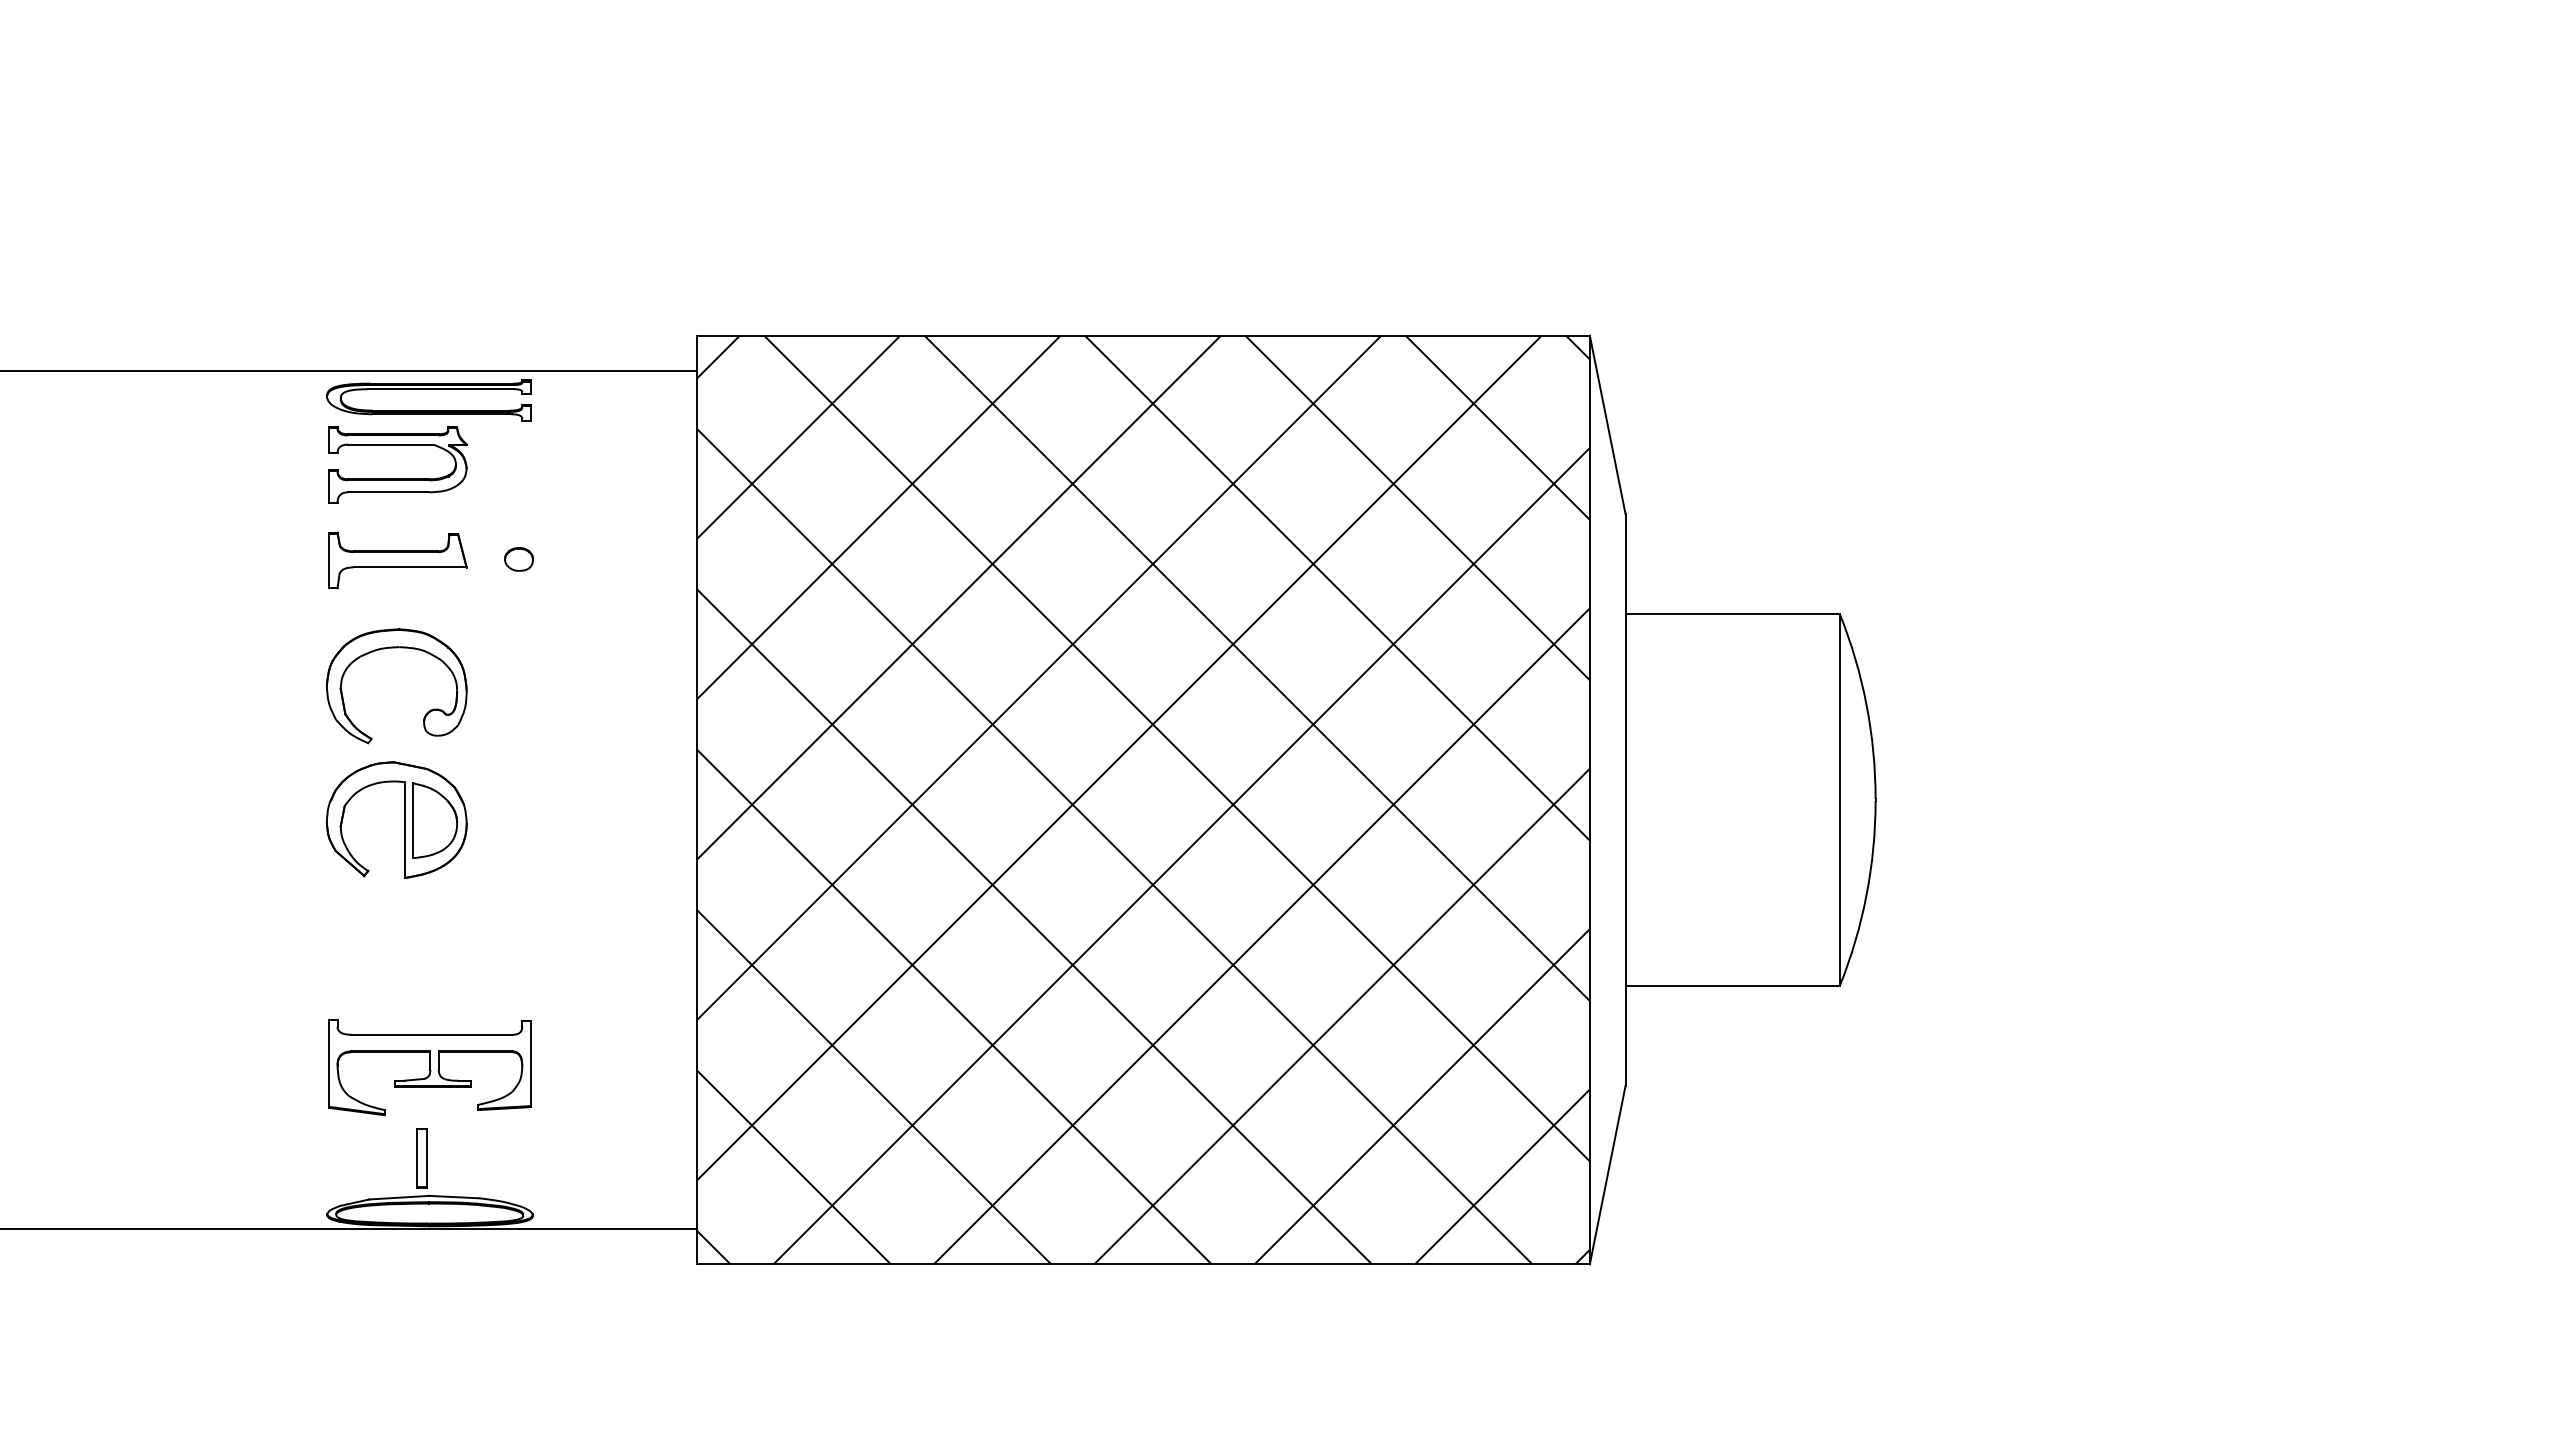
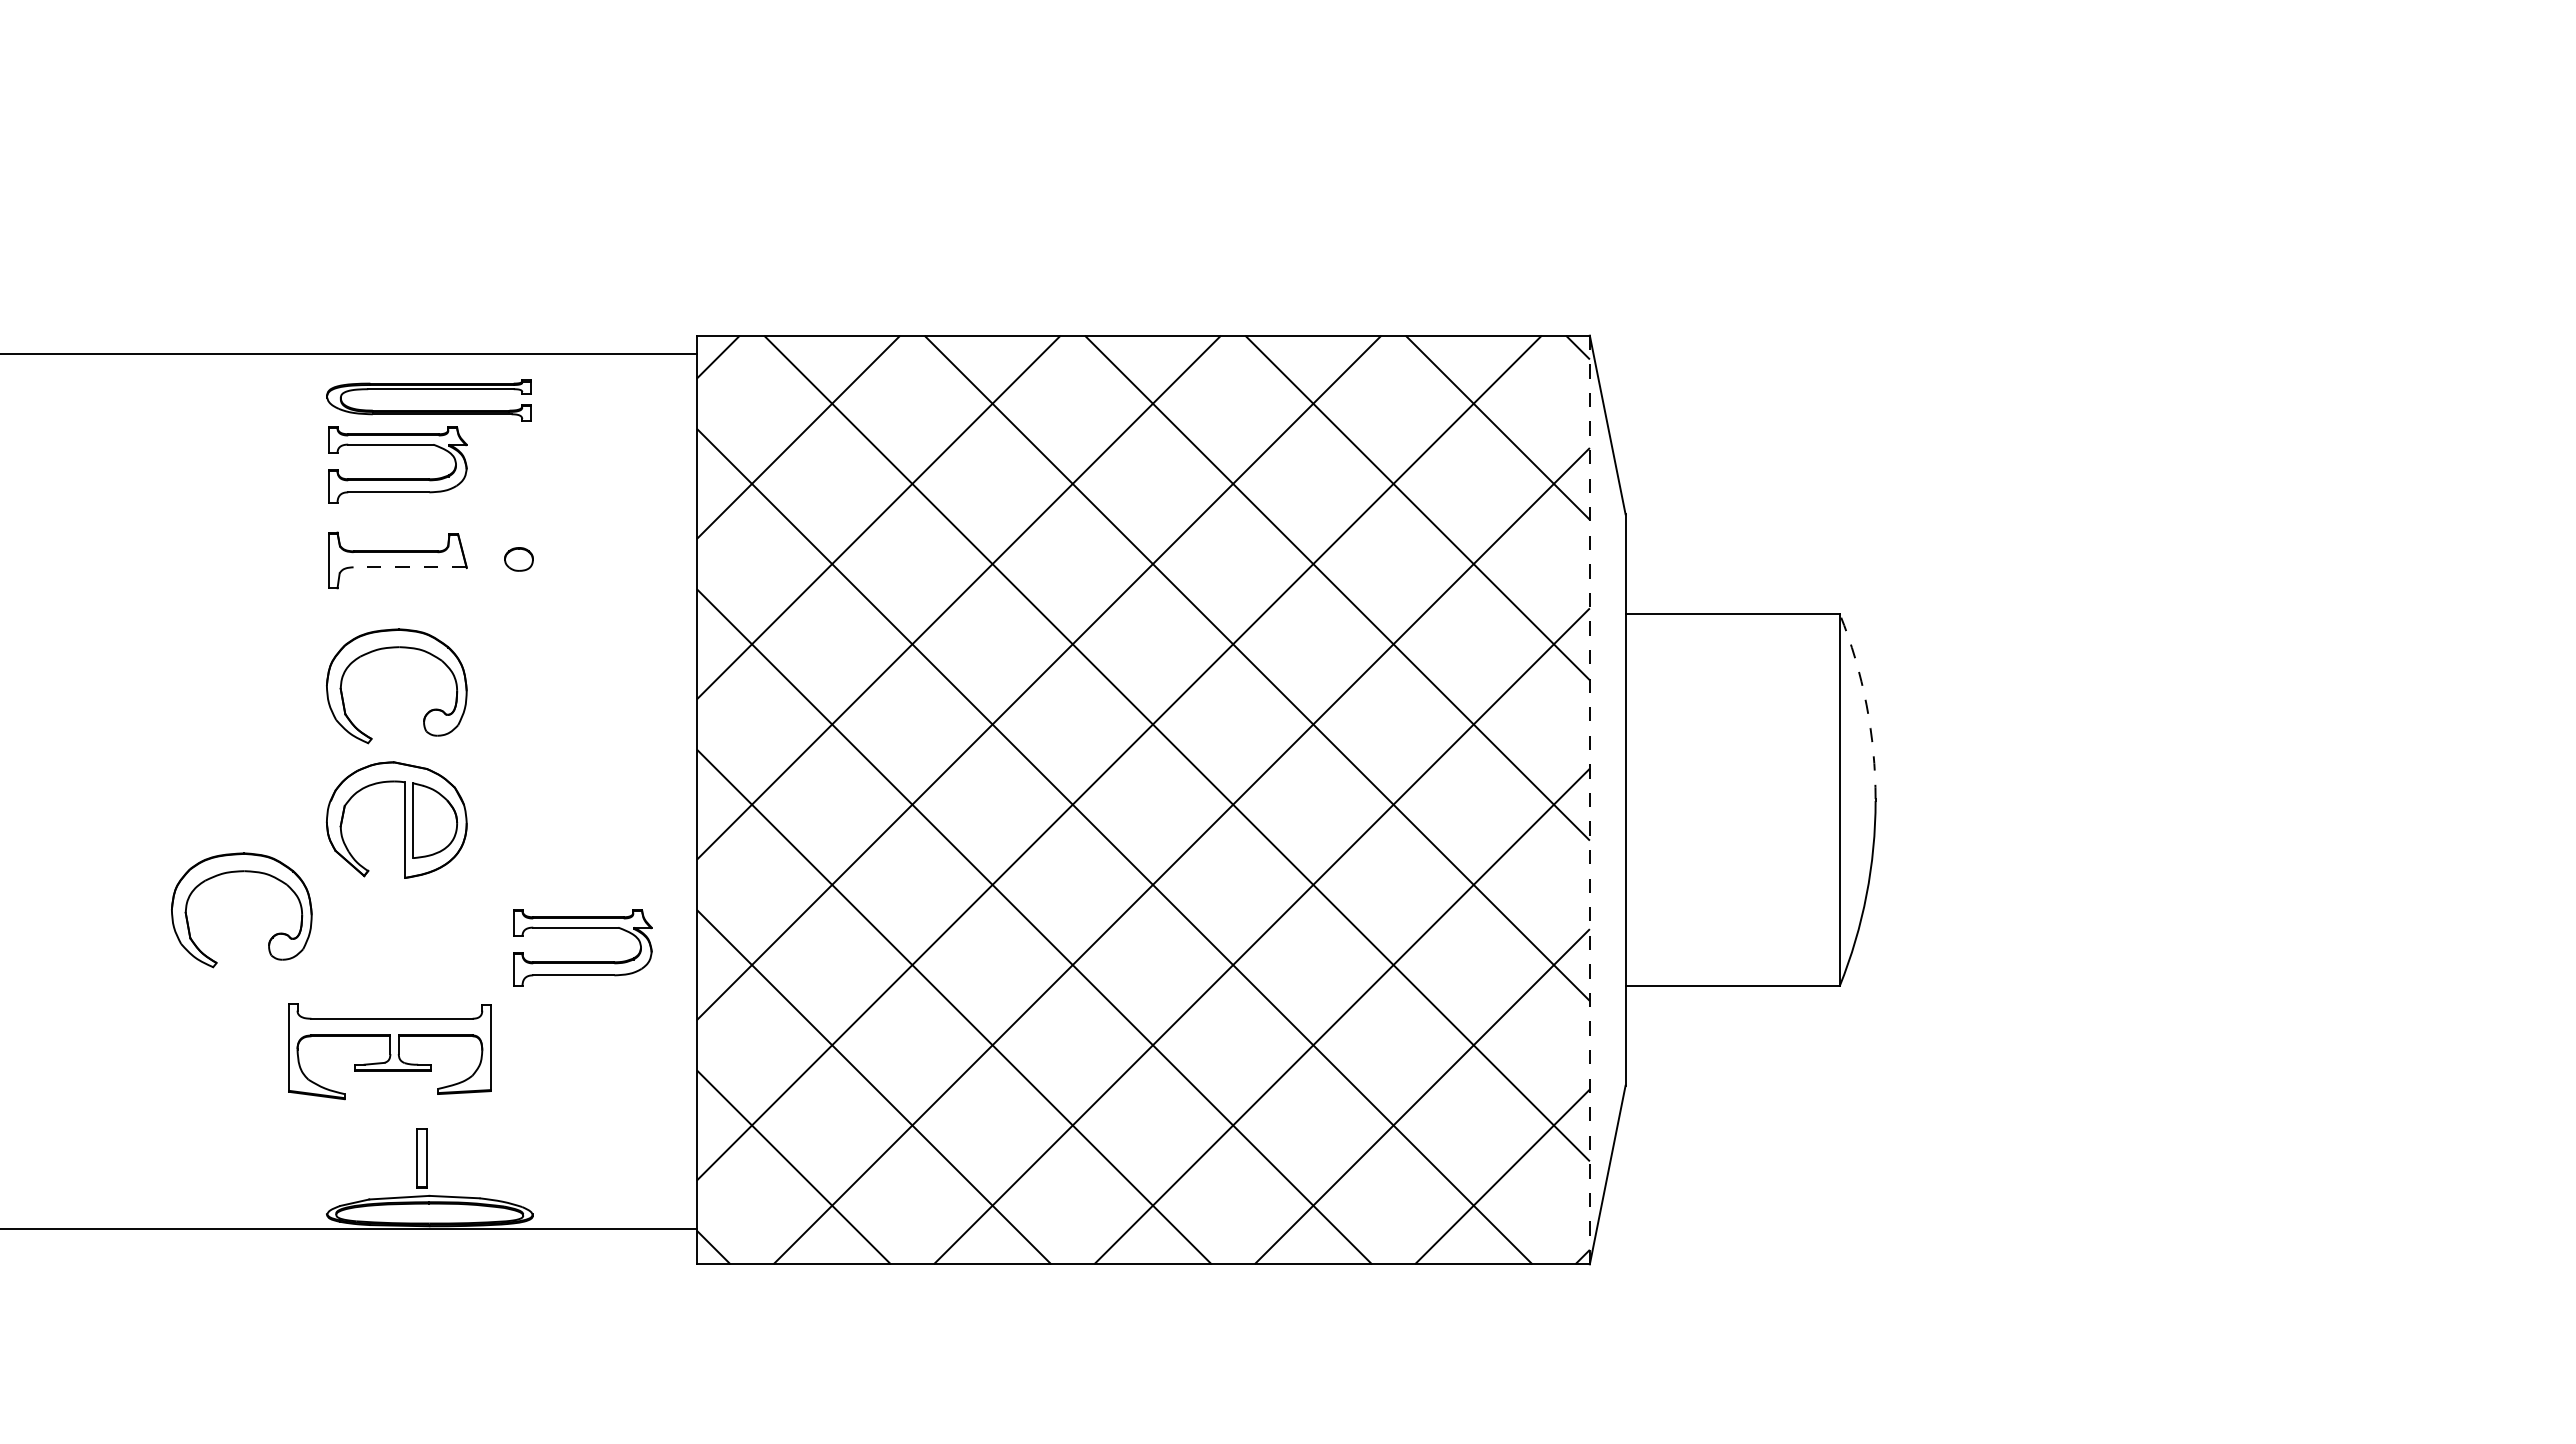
line at (349, 371) position: (349, 371) -> (349, 354)
line at (410, 567): solid -> dashed
arc at (1866, 705): solid -> dashed
line at (1589, 800): solid -> dashed
part at (241, 872): none -> present
part at (582, 961): none -> present
part at (429, 1067) position: (429, 1067) -> (389, 1051)
